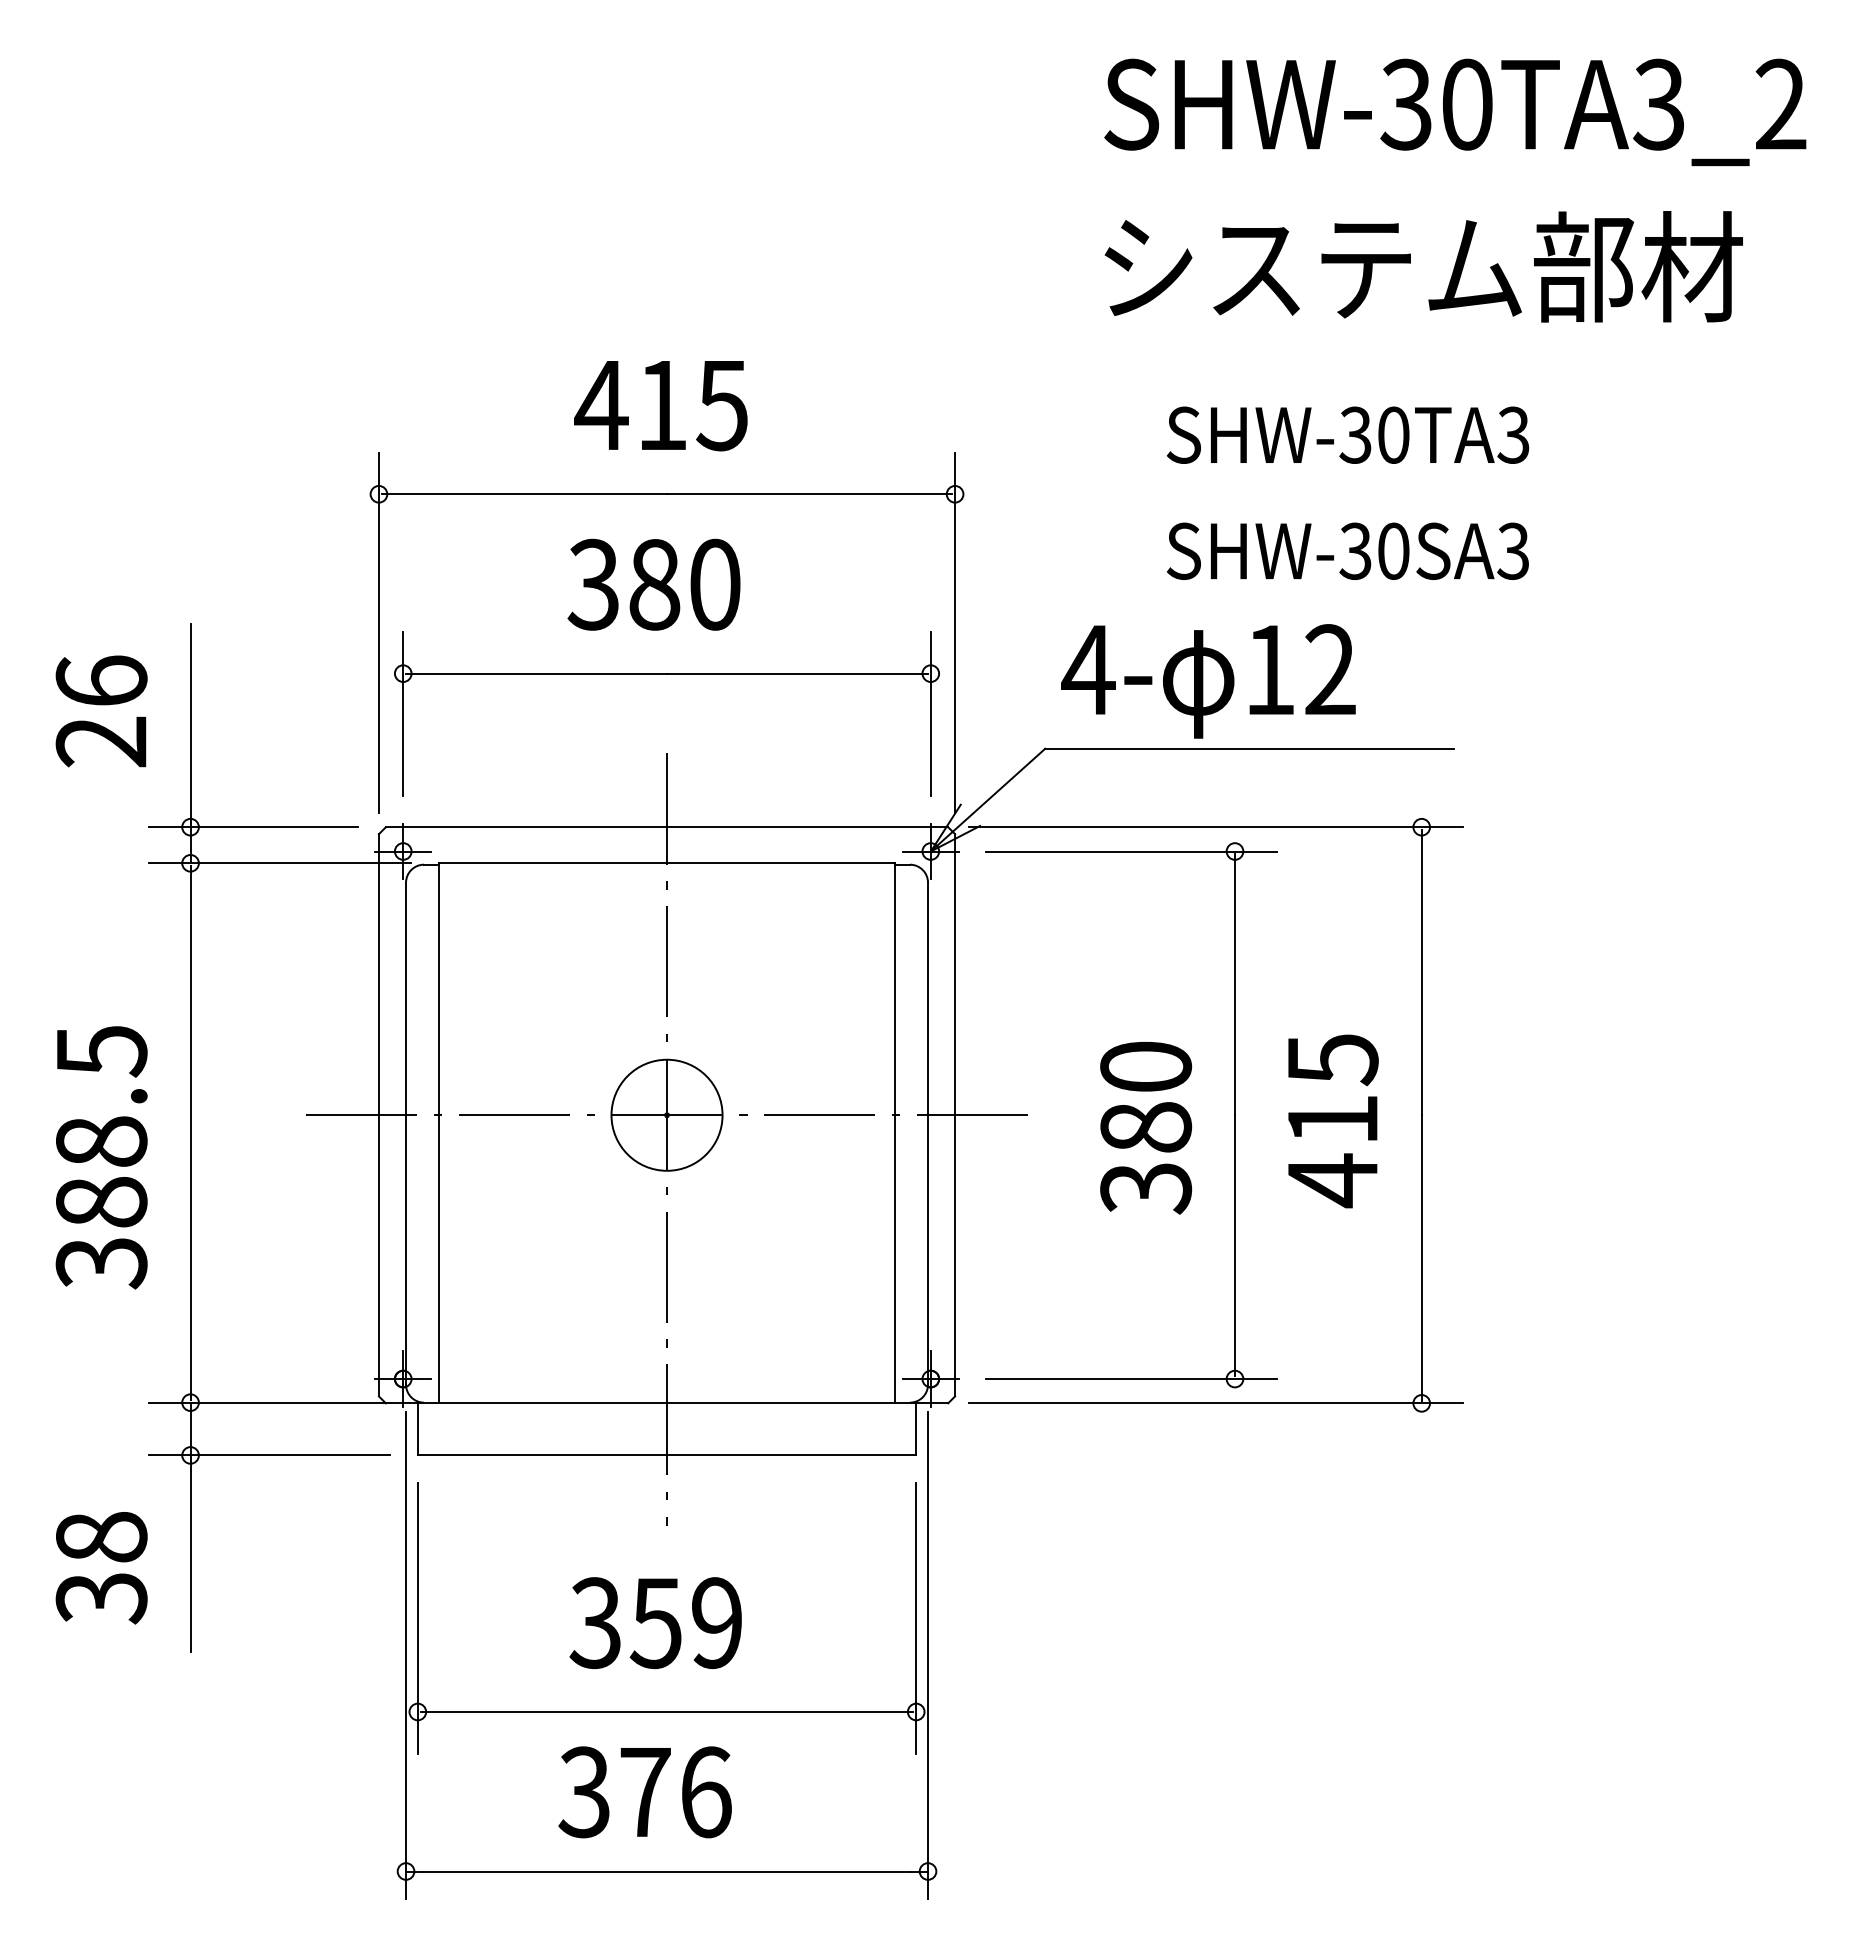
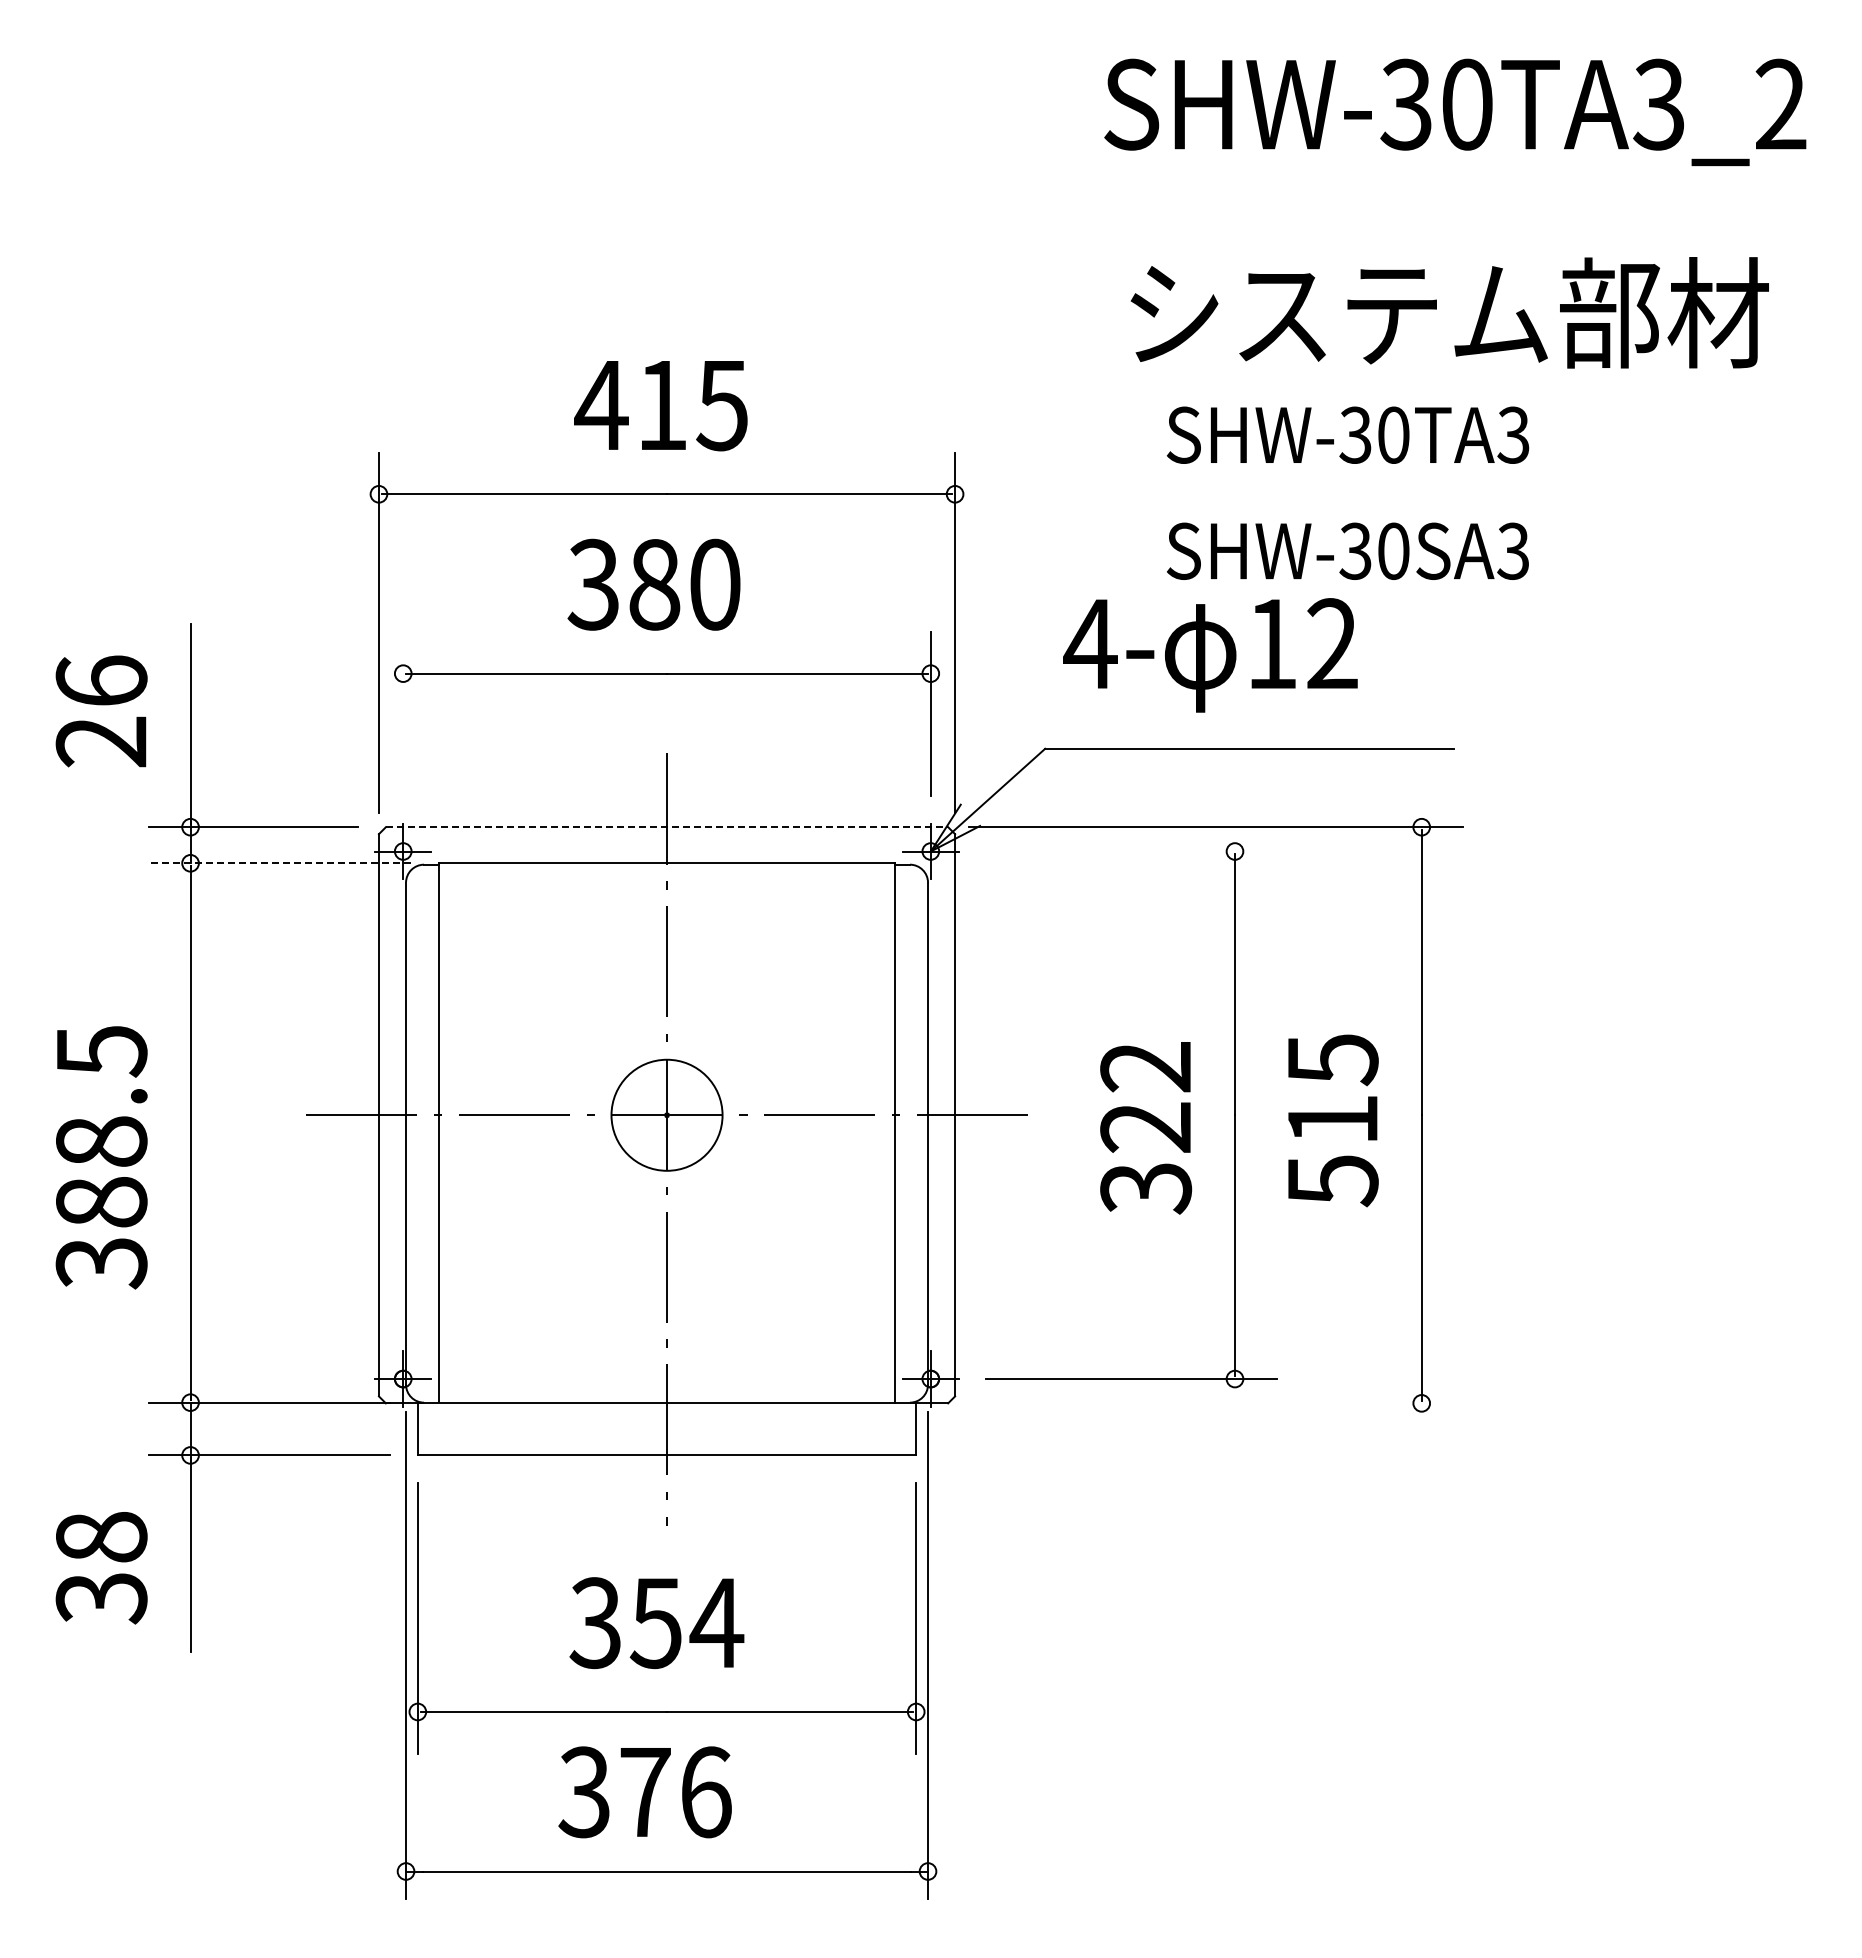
text at (1423, 266) position: (1423, 266) -> (1449, 312)
text at (1208, 681) position: (1208, 681) -> (1210, 655)
line at (403, 713): present -> none
line at (667, 827): solid -> dashed
line at (1131, 851): present -> none
line at (279, 863): solid -> dashed
text at (1146, 1096): 380 -> 322
text at (1333, 1180): 415 -> 515
line at (1215, 1403): present -> none
text at (716, 1623): 359 -> 354
